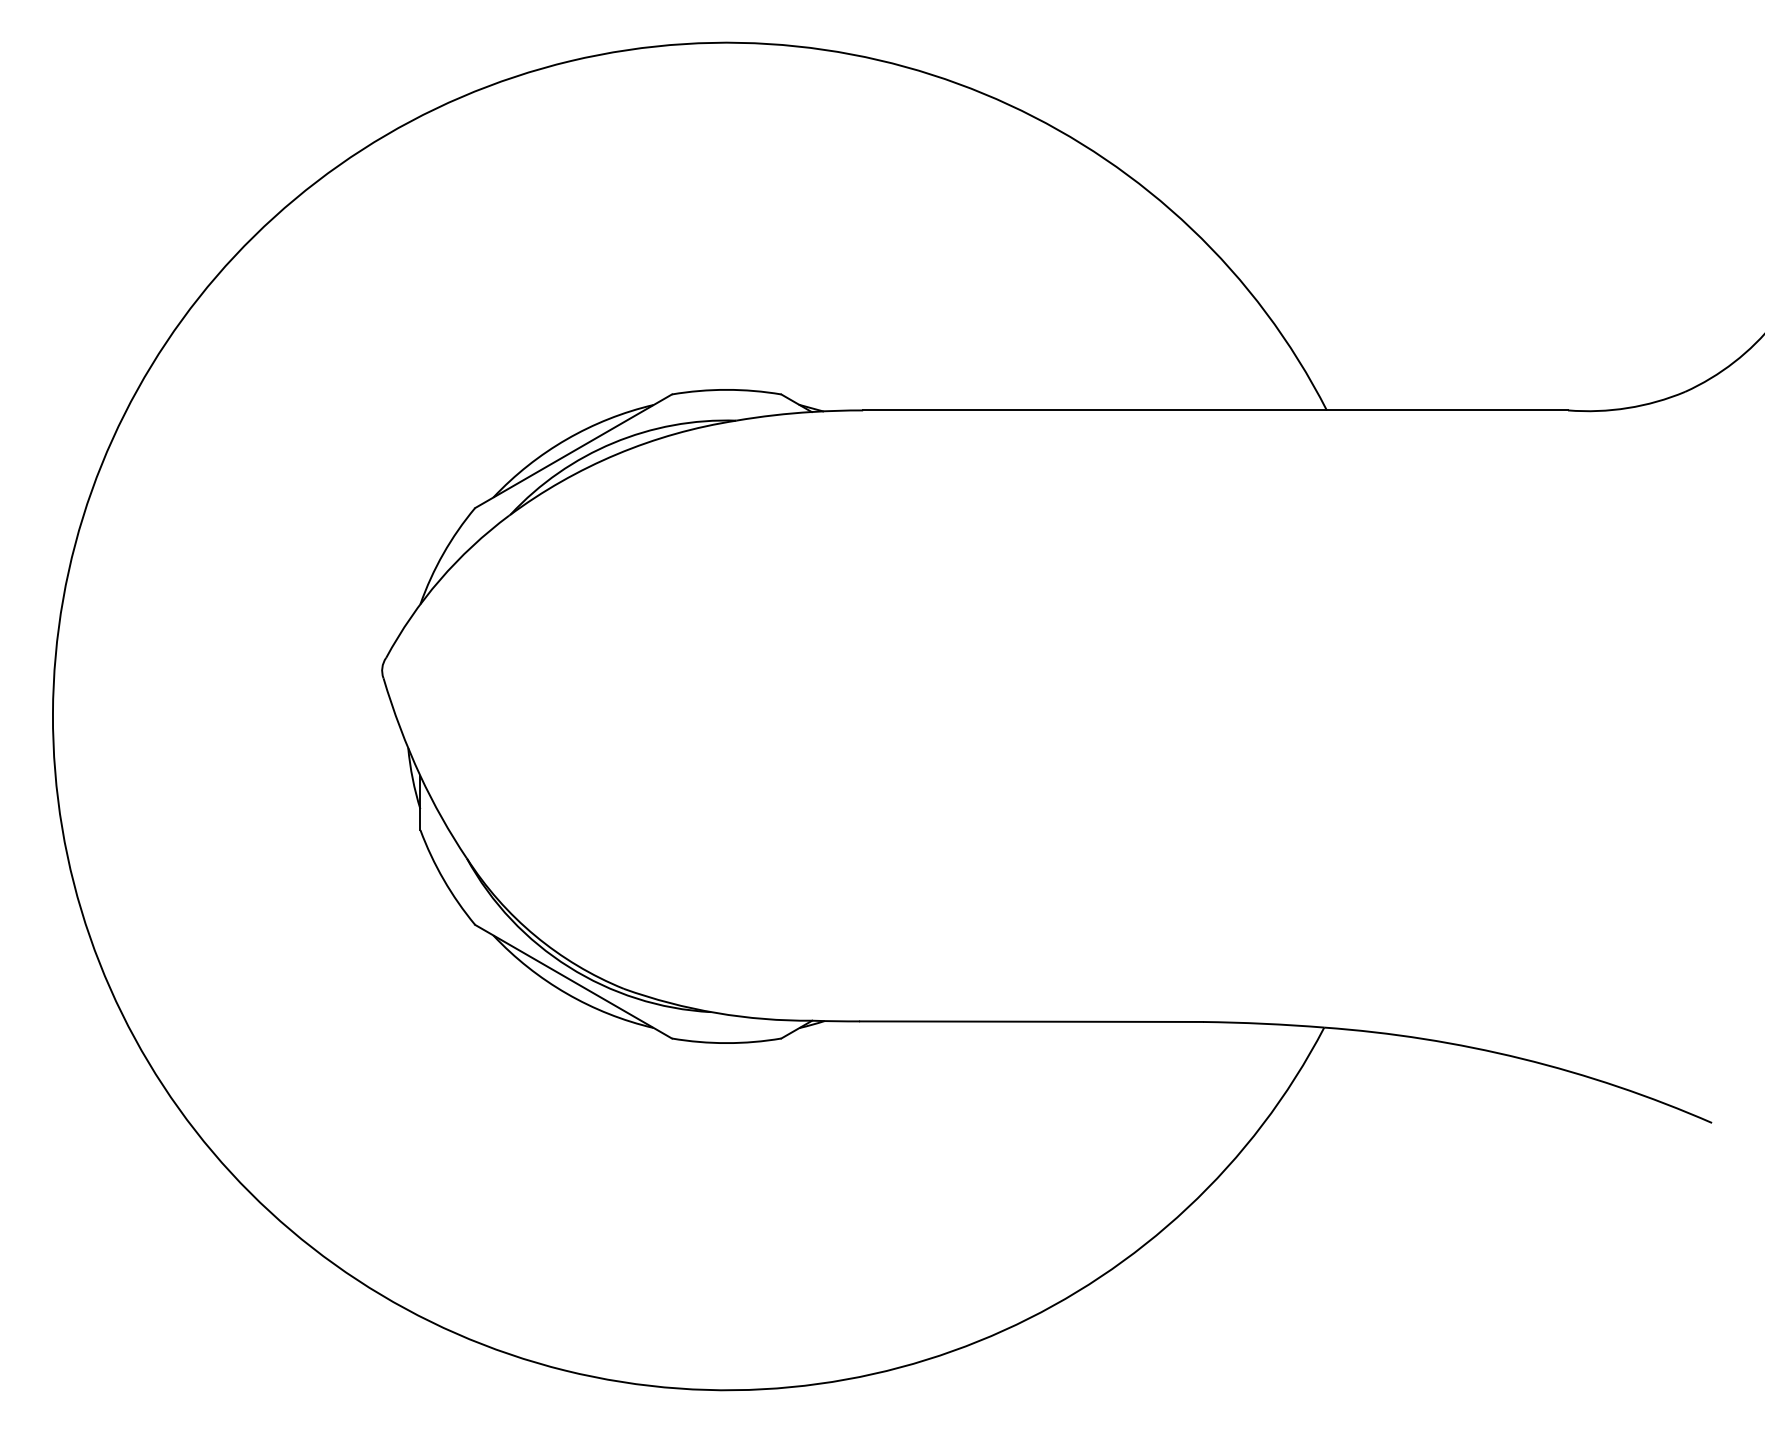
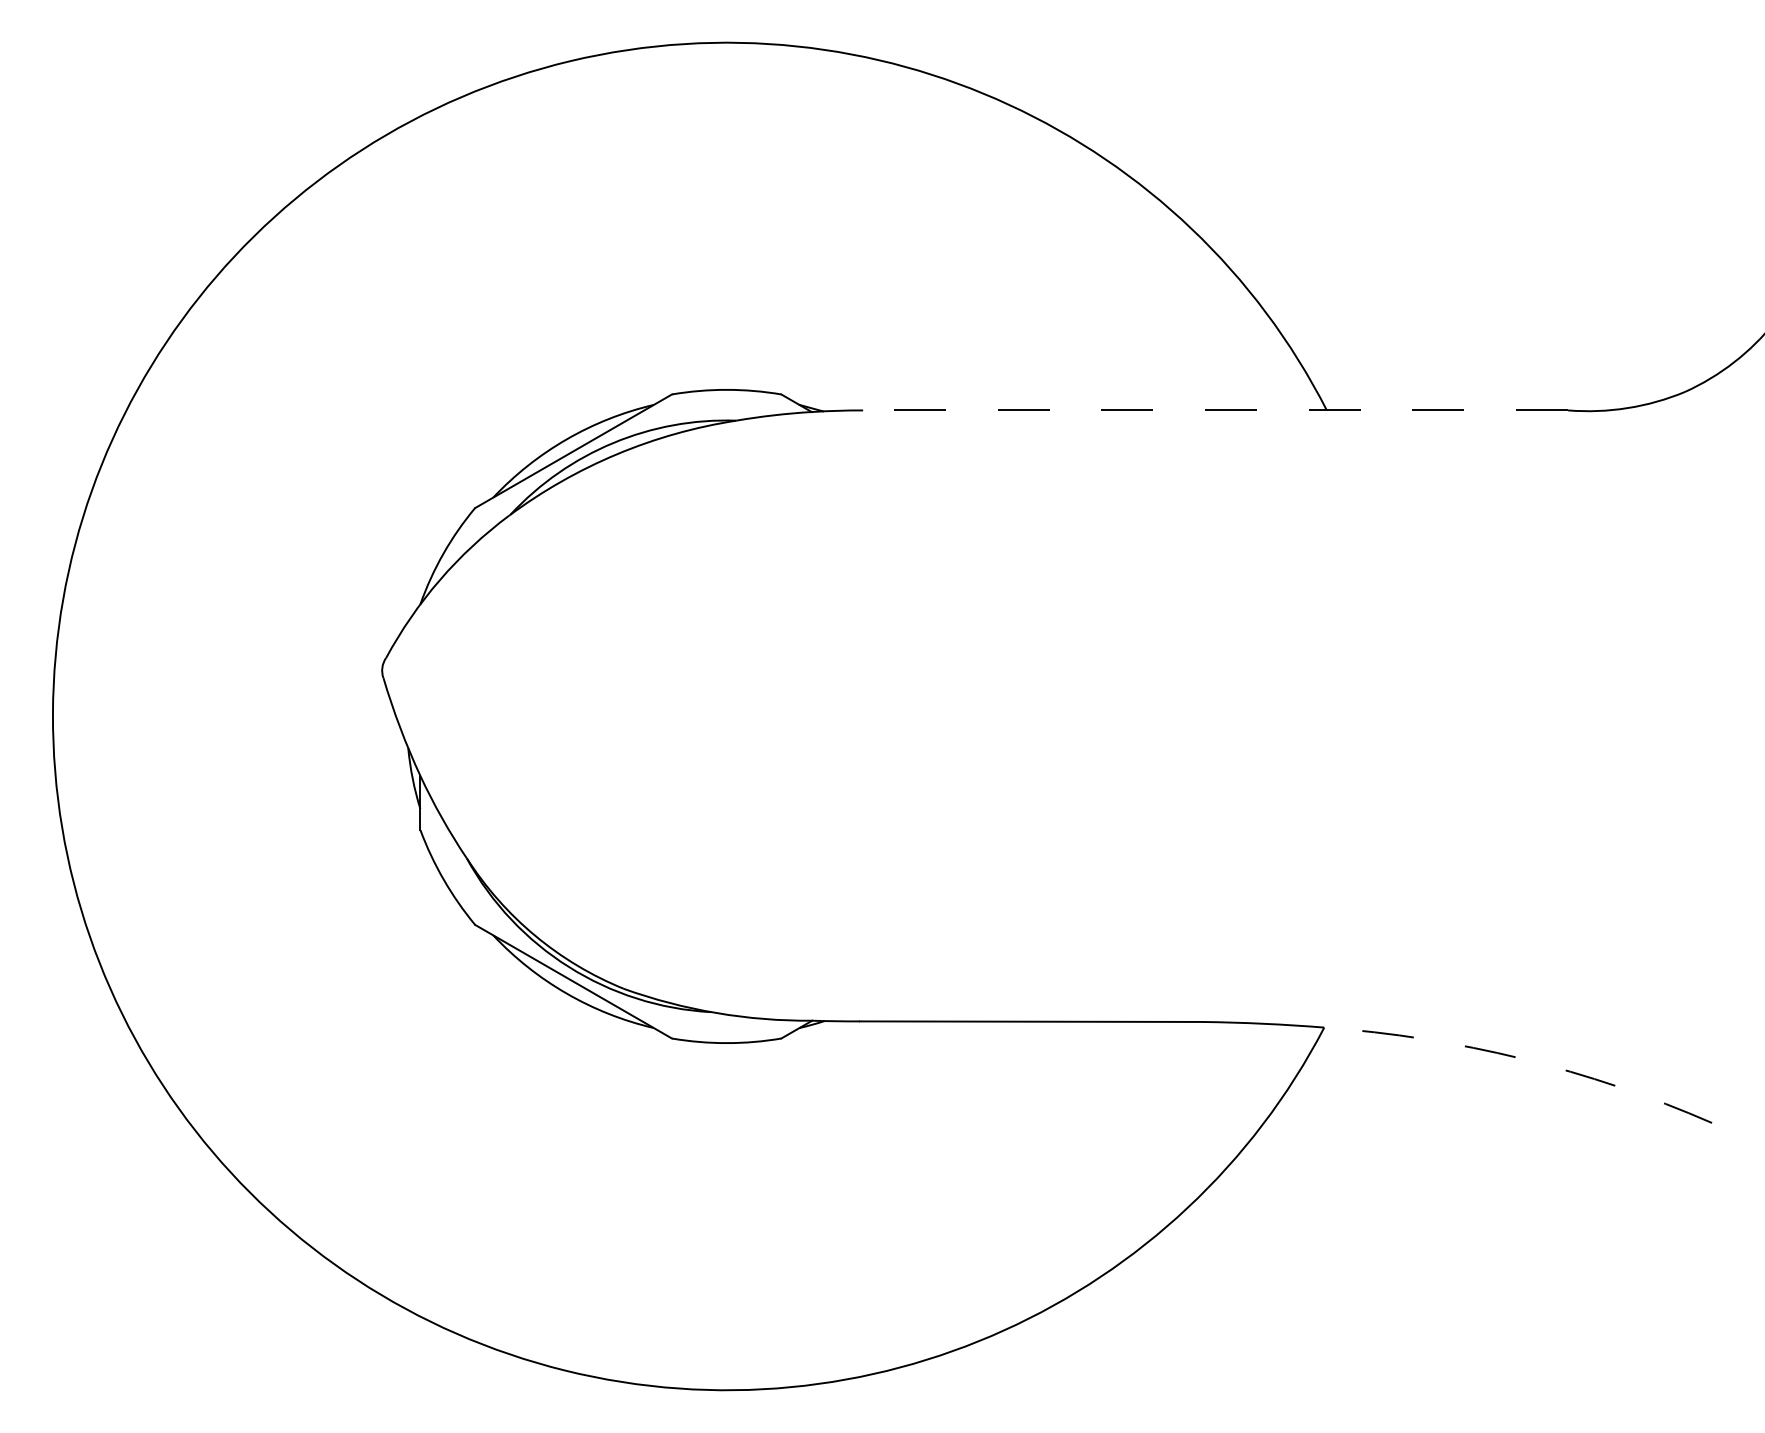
line at (1215, 410): solid -> dashed
arc at (1522, 1058): solid -> dashed
